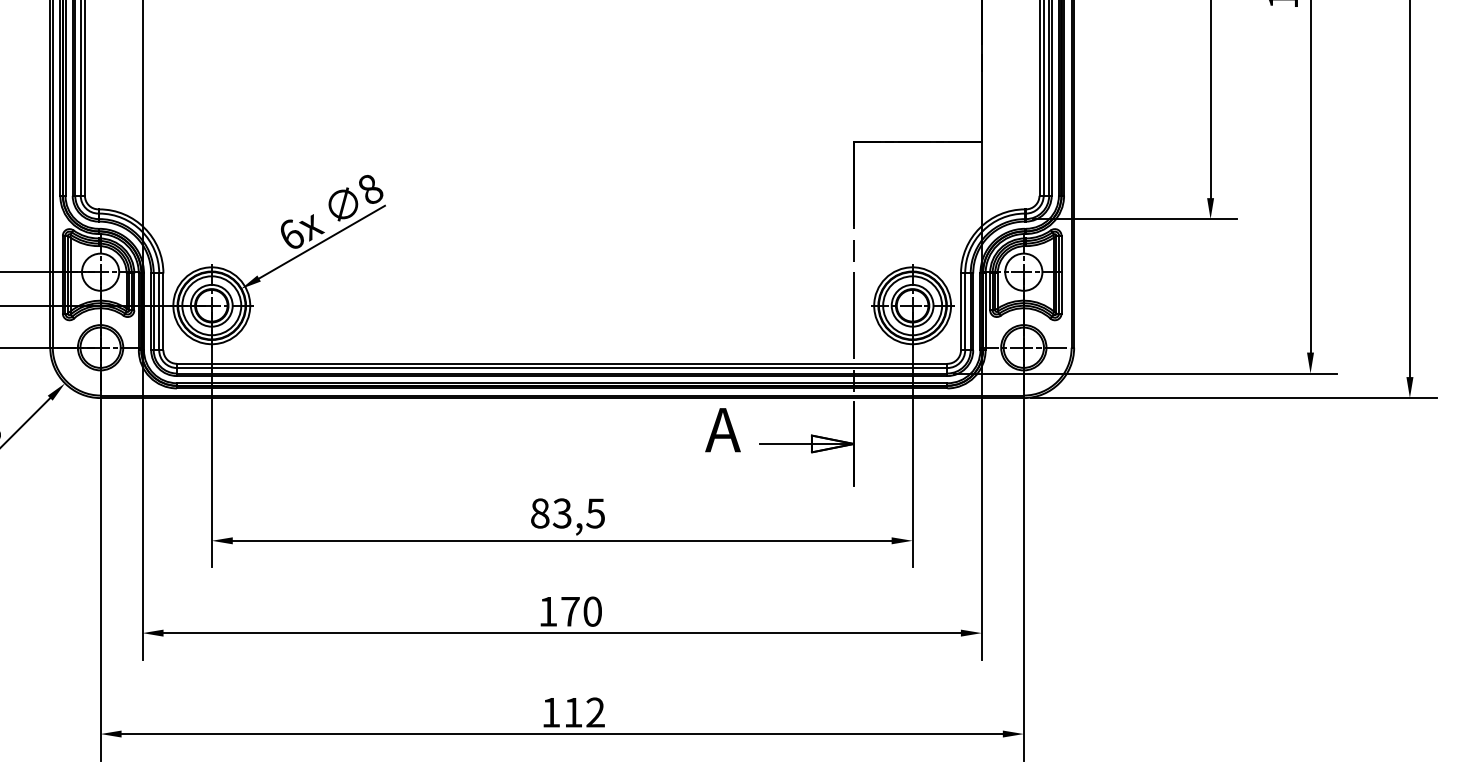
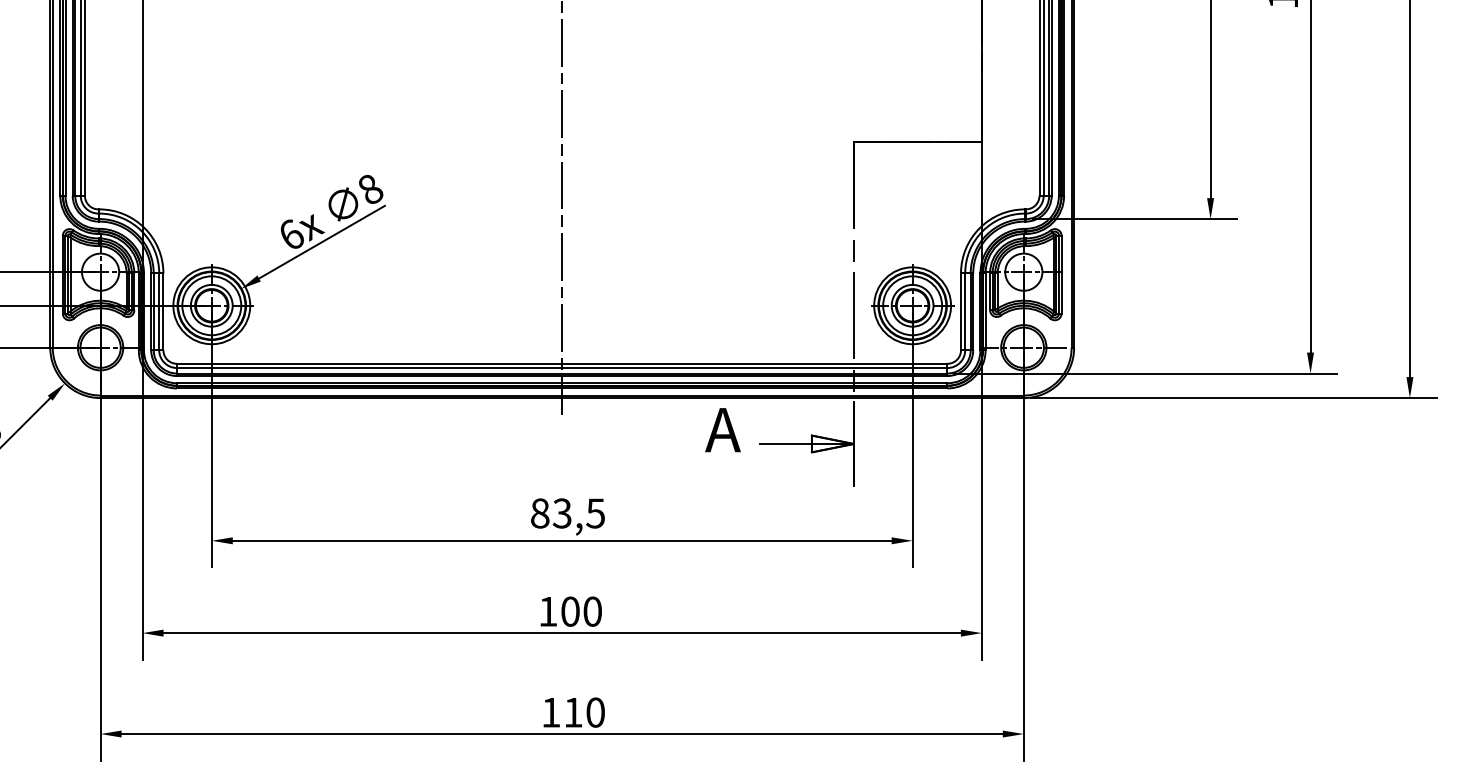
line at (562, 208): none -> present
text at (570, 611): 170 -> 100
text at (595, 712): 112 -> 110
